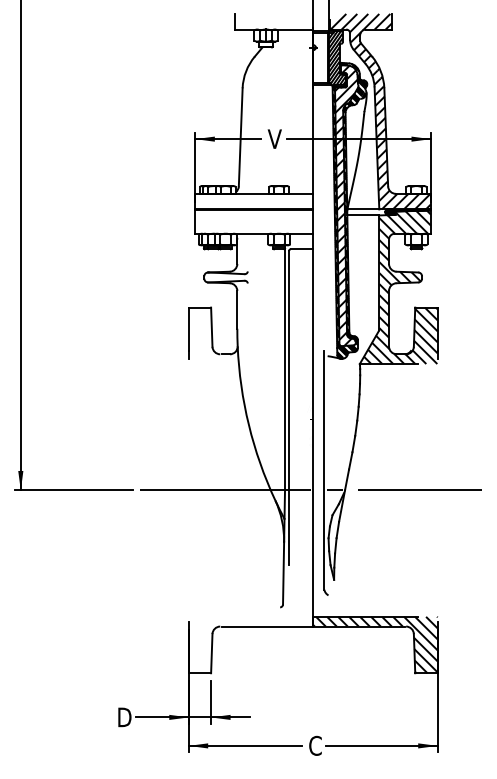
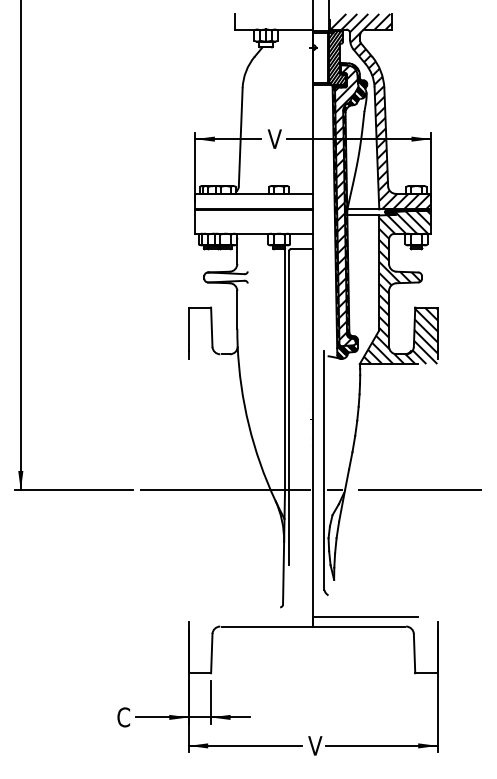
hatch at (375, 644): present -> none
text at (124, 717): D -> C
text at (315, 745): C -> V
